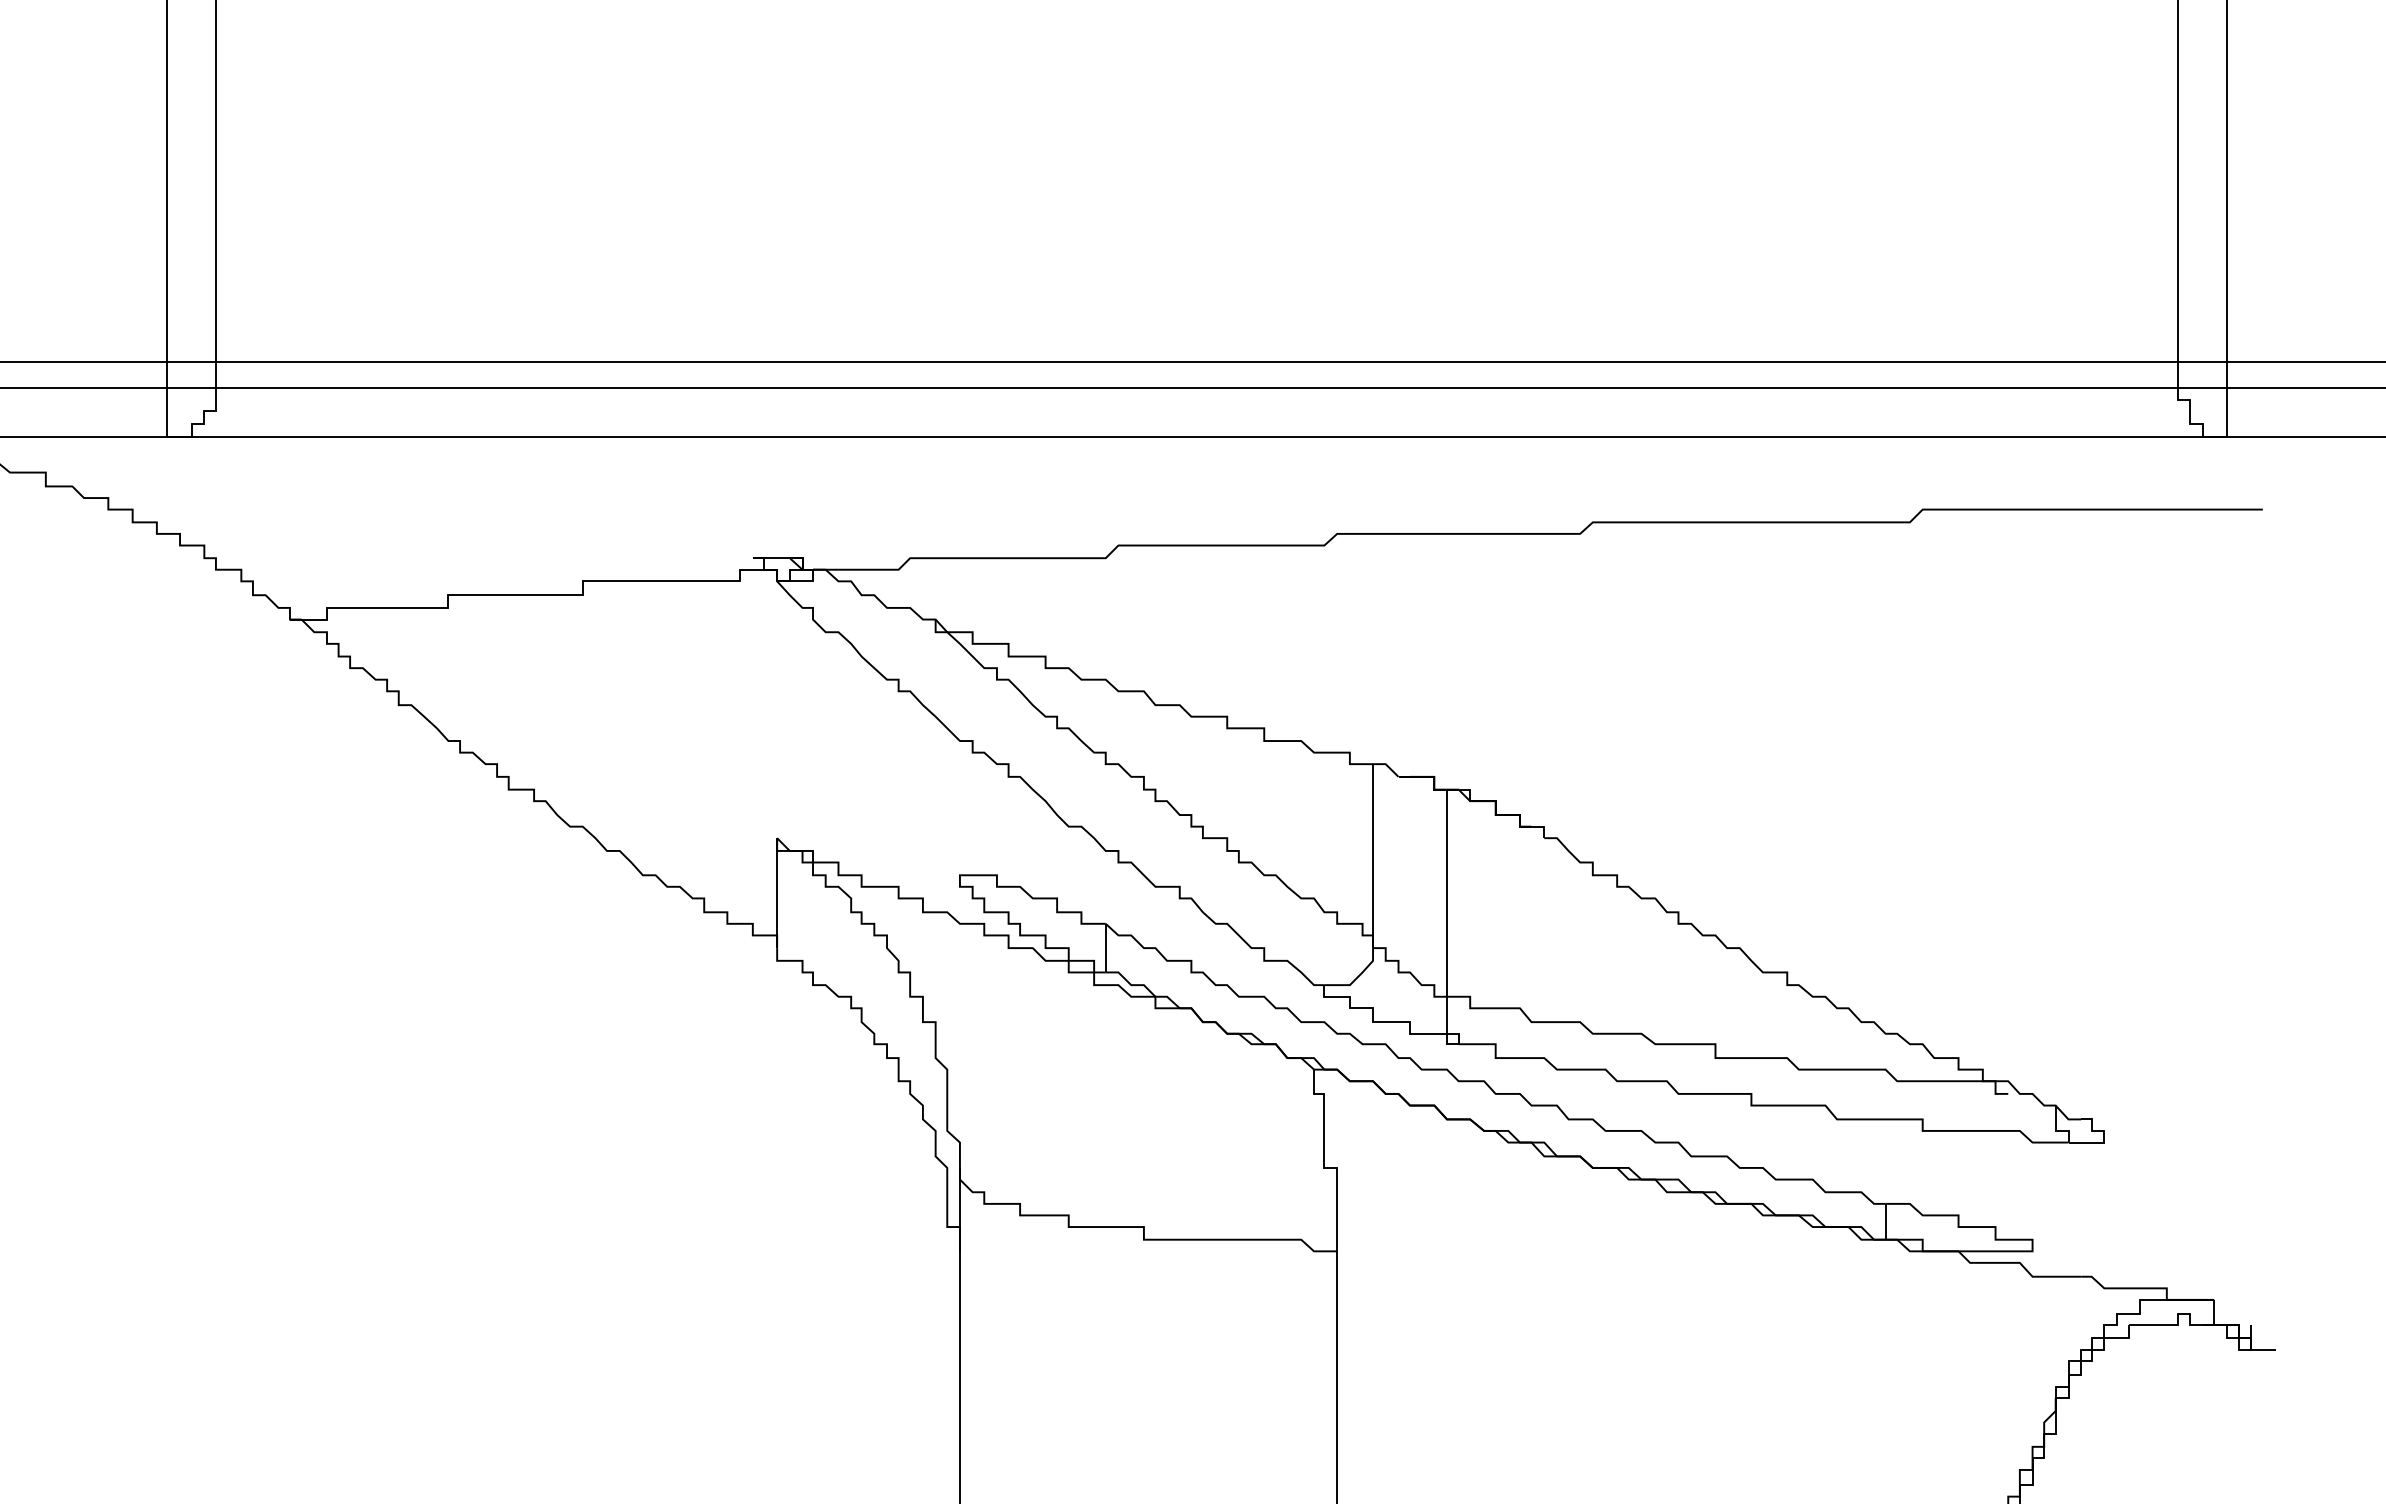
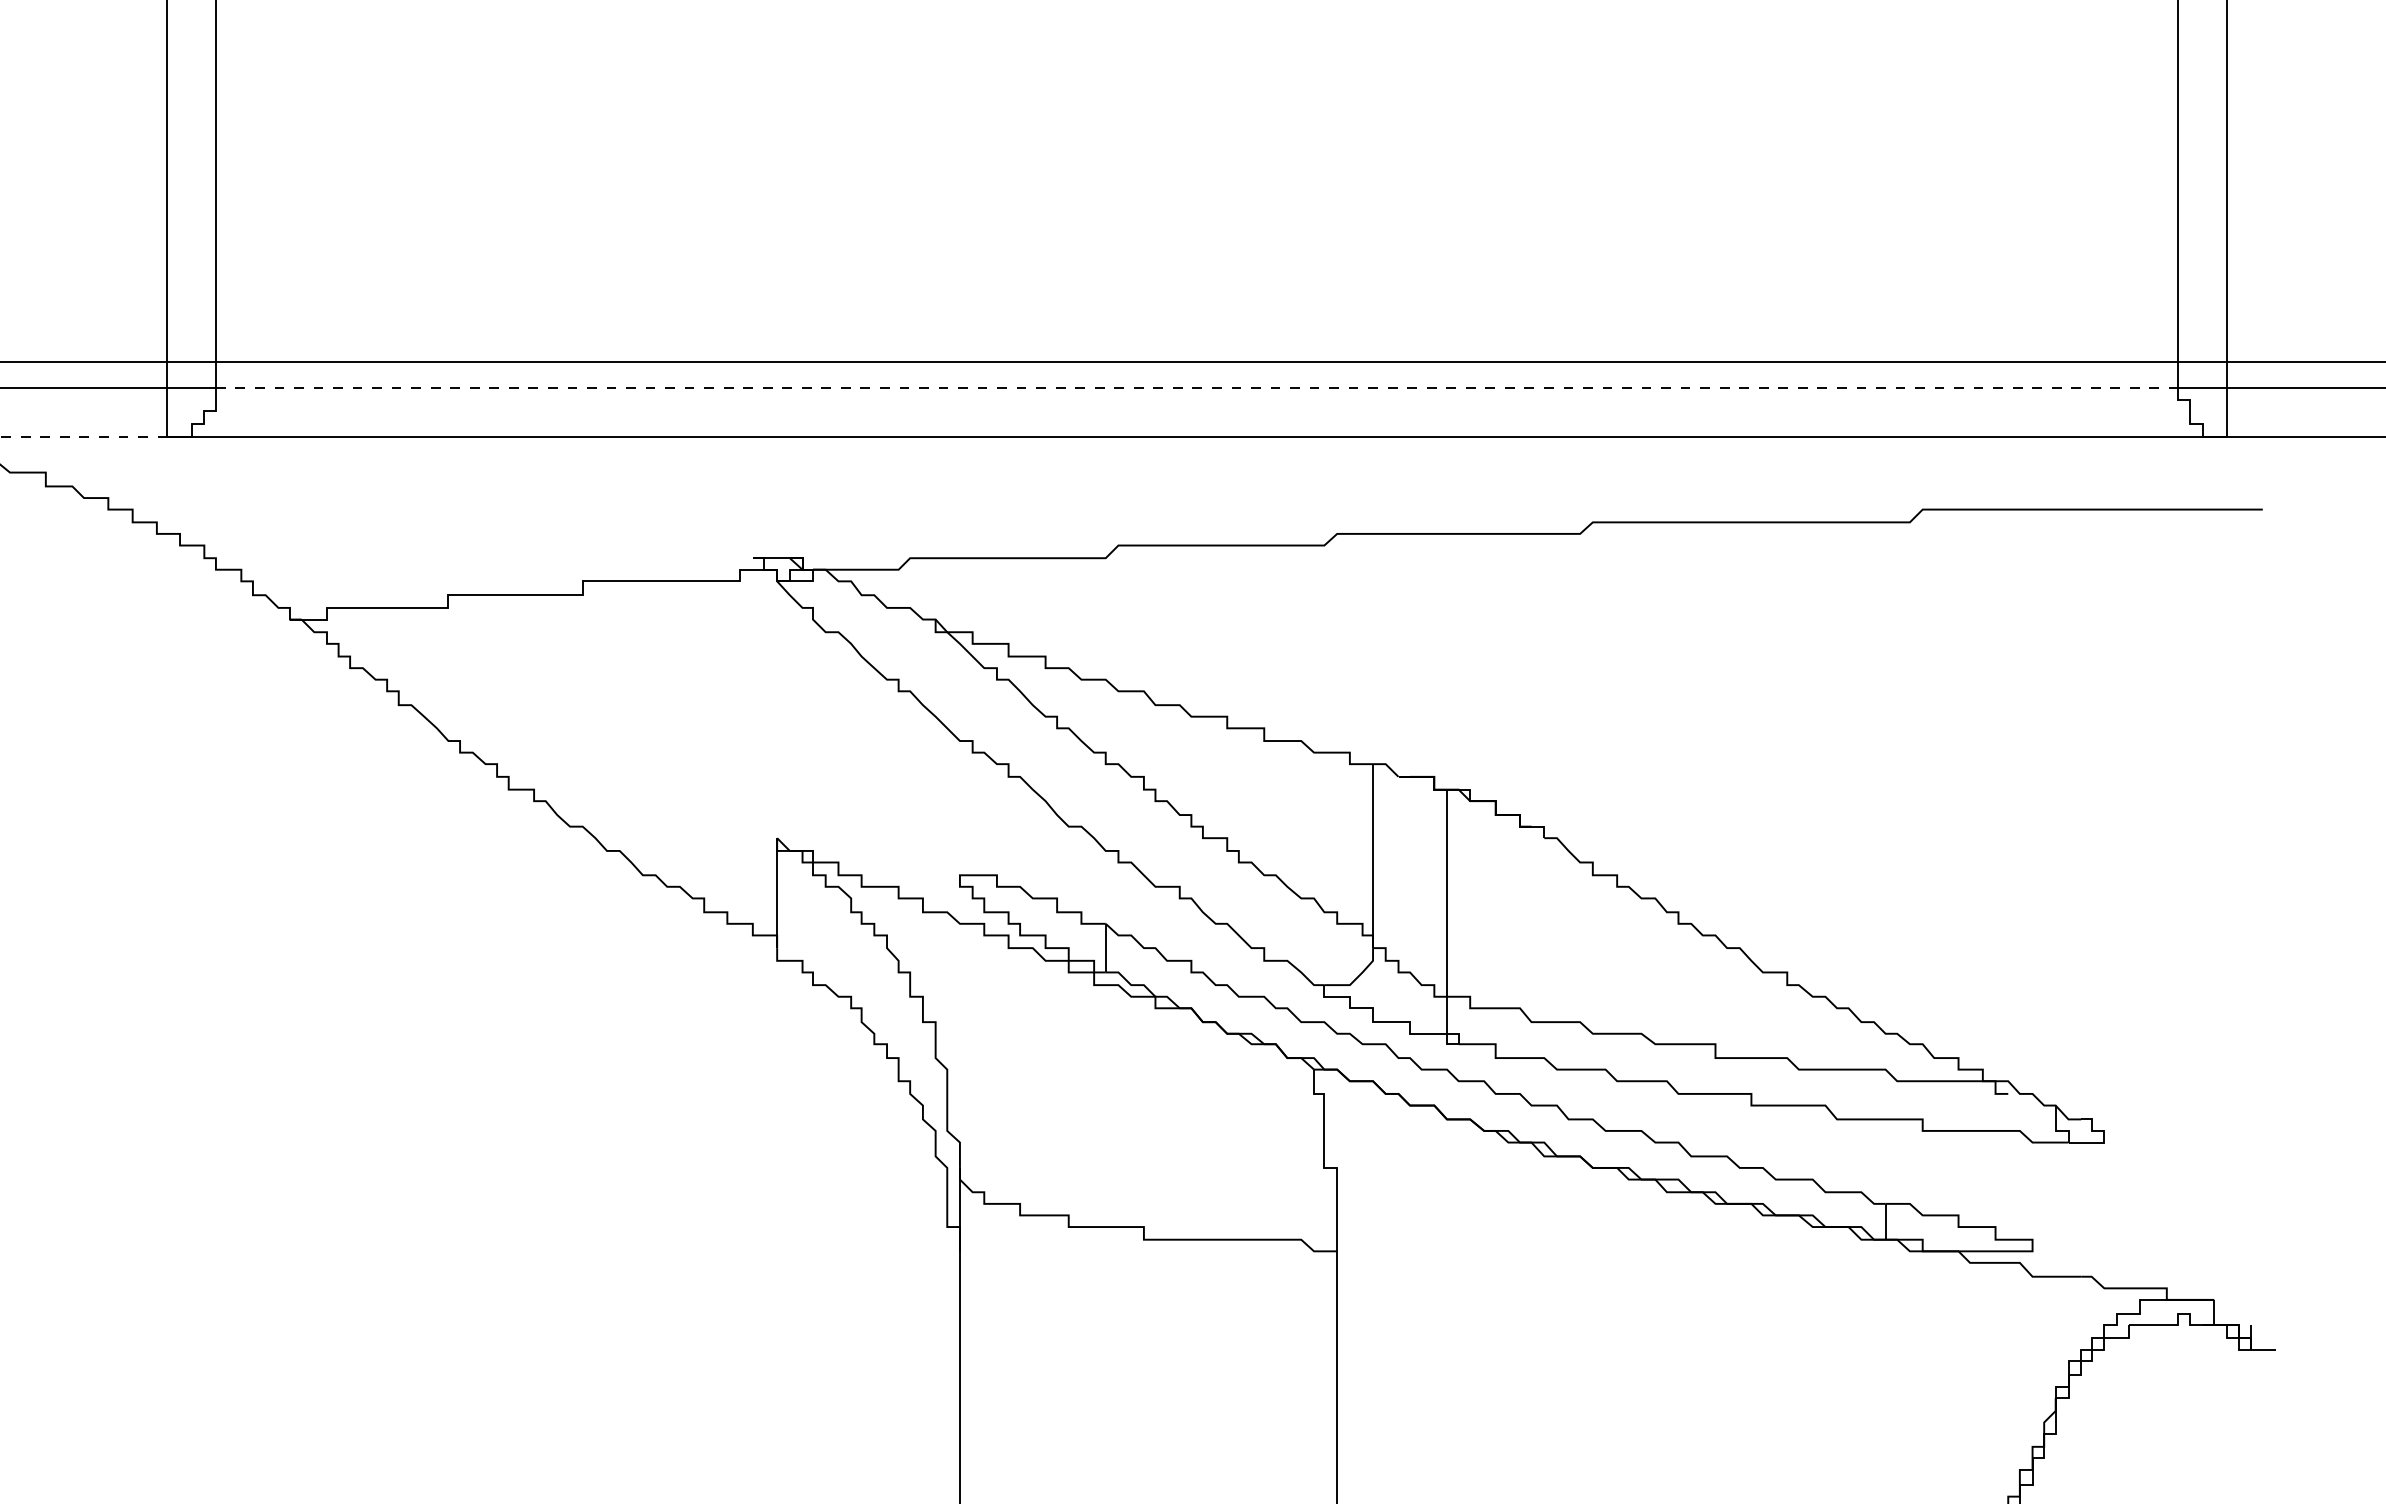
line at (1197, 388): solid -> dashed
line at (83, 436): solid -> dashed
